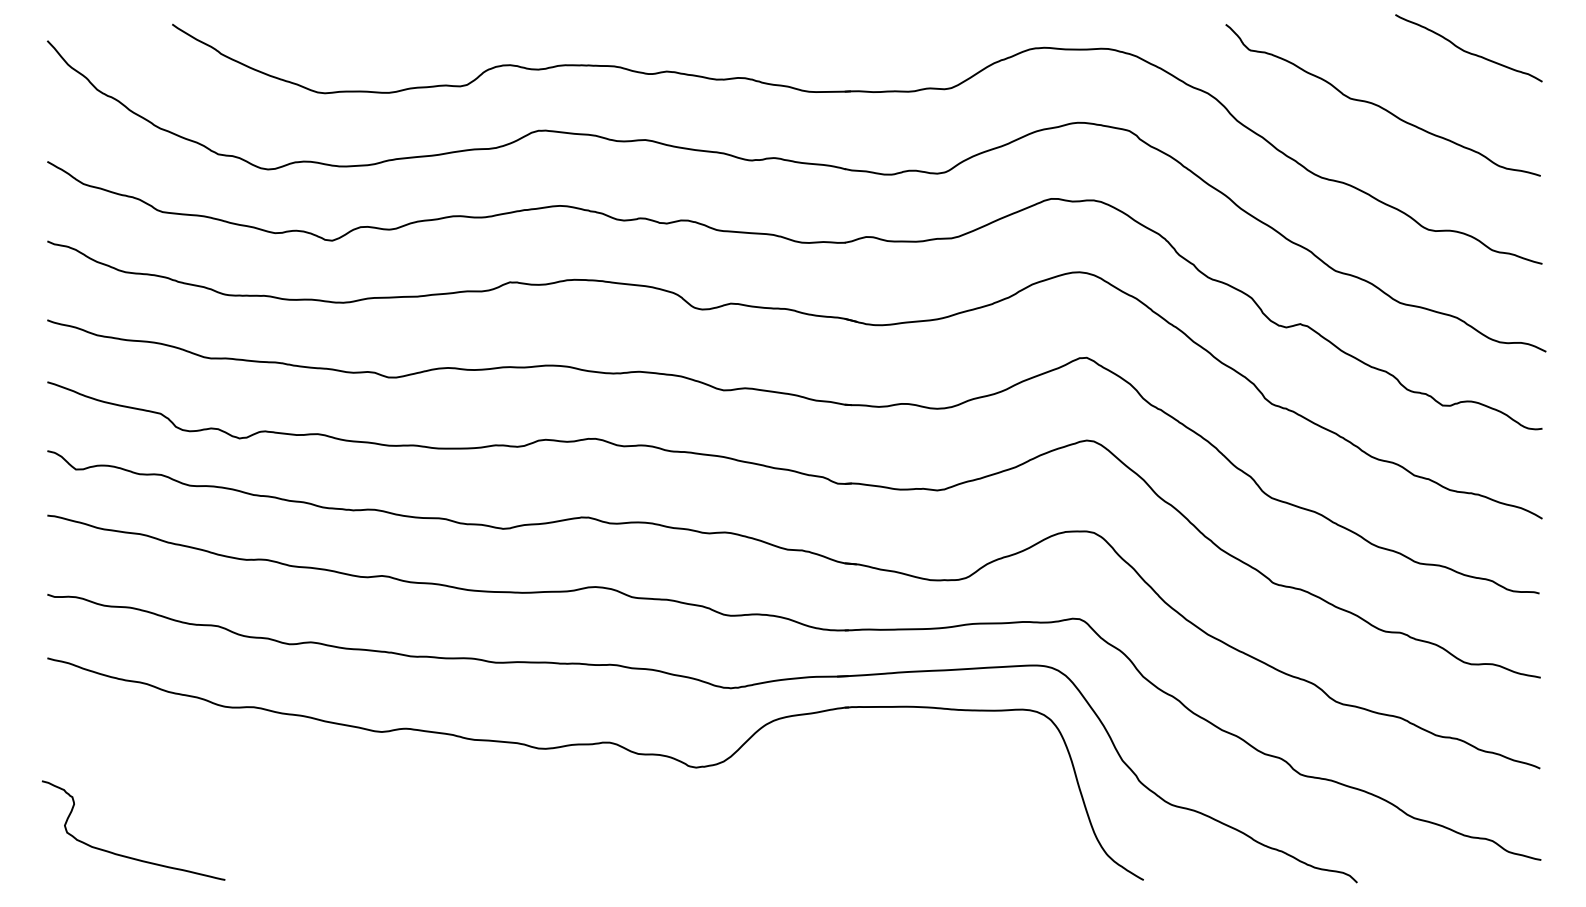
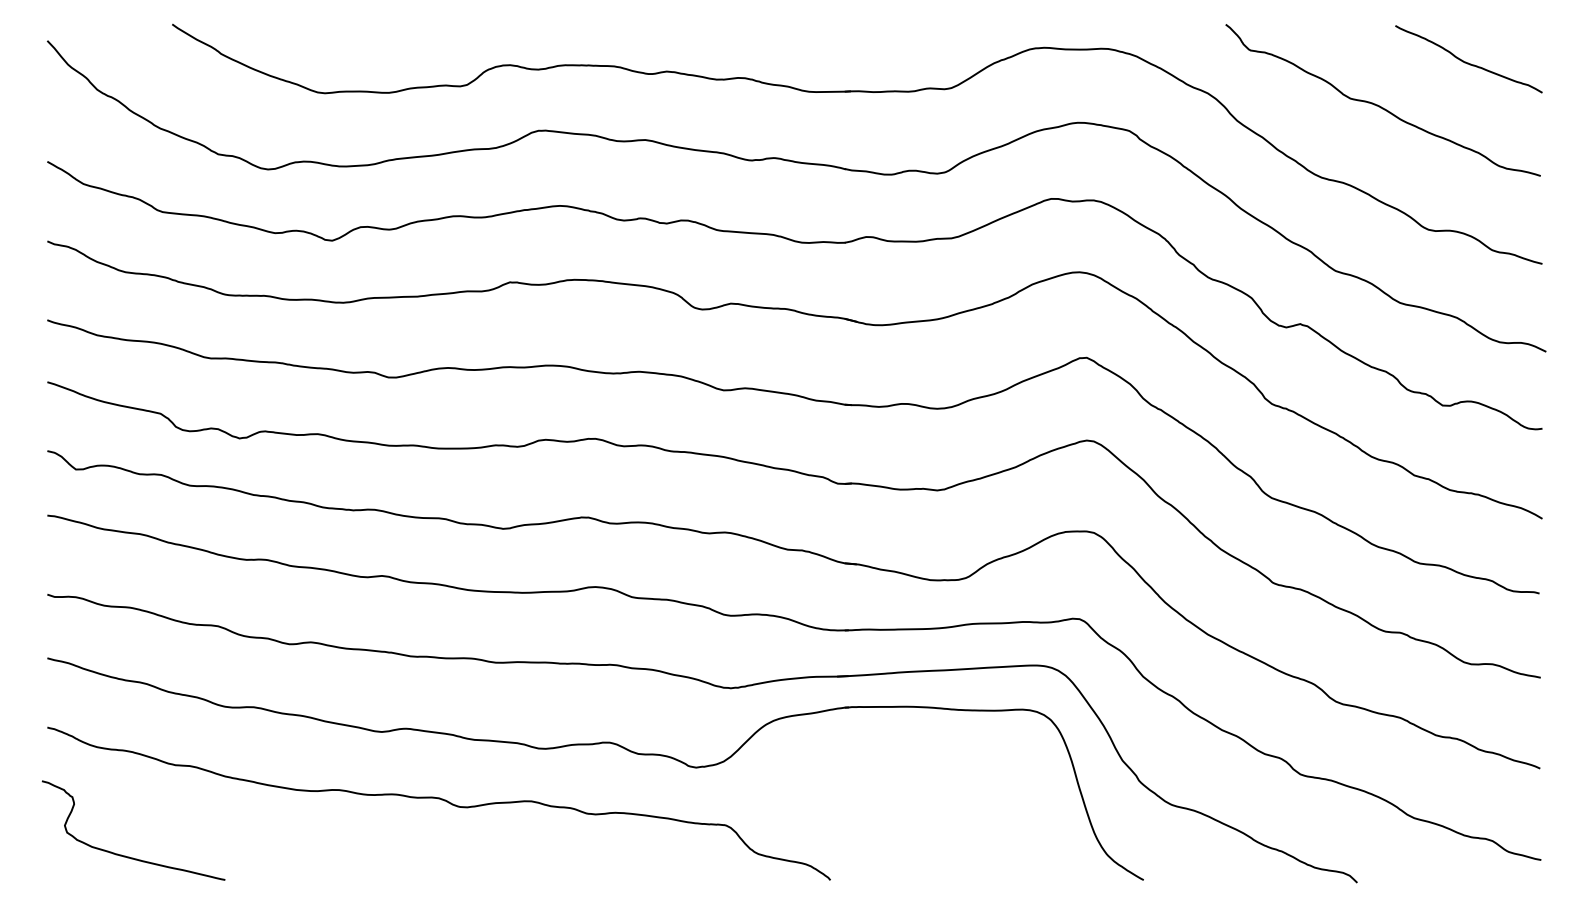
curve at (1468, 51) position: (1468, 51) -> (1468, 62)
curve at (438, 799): none -> present
